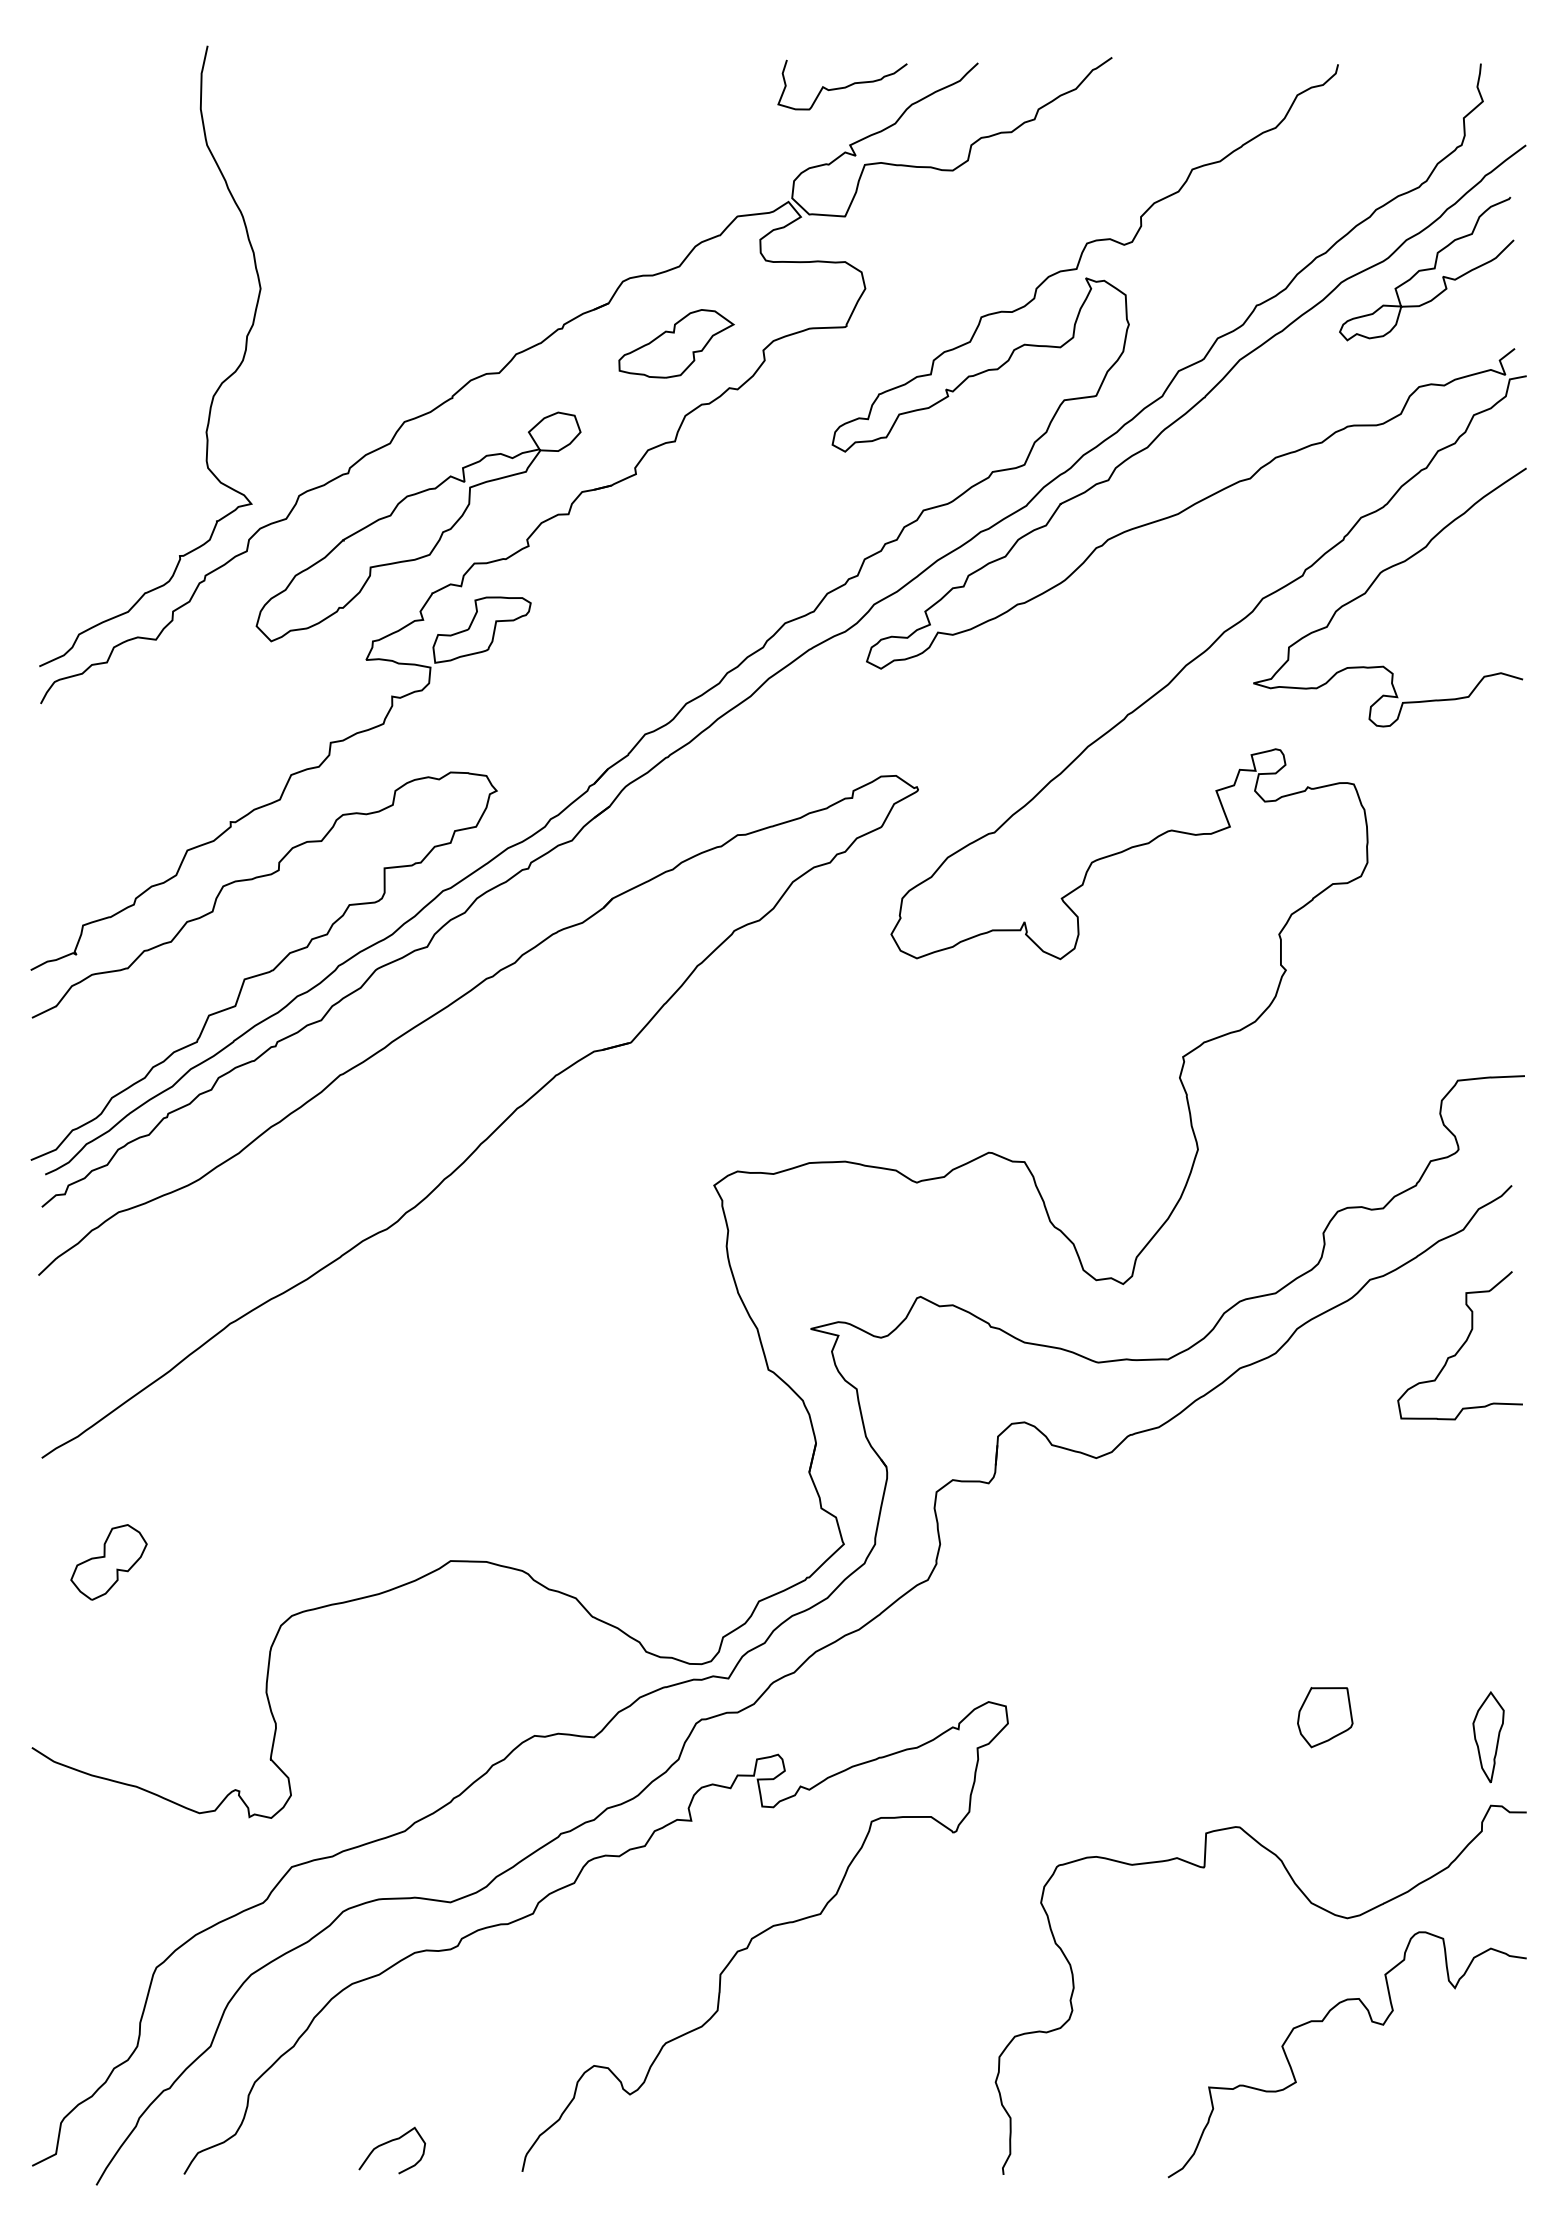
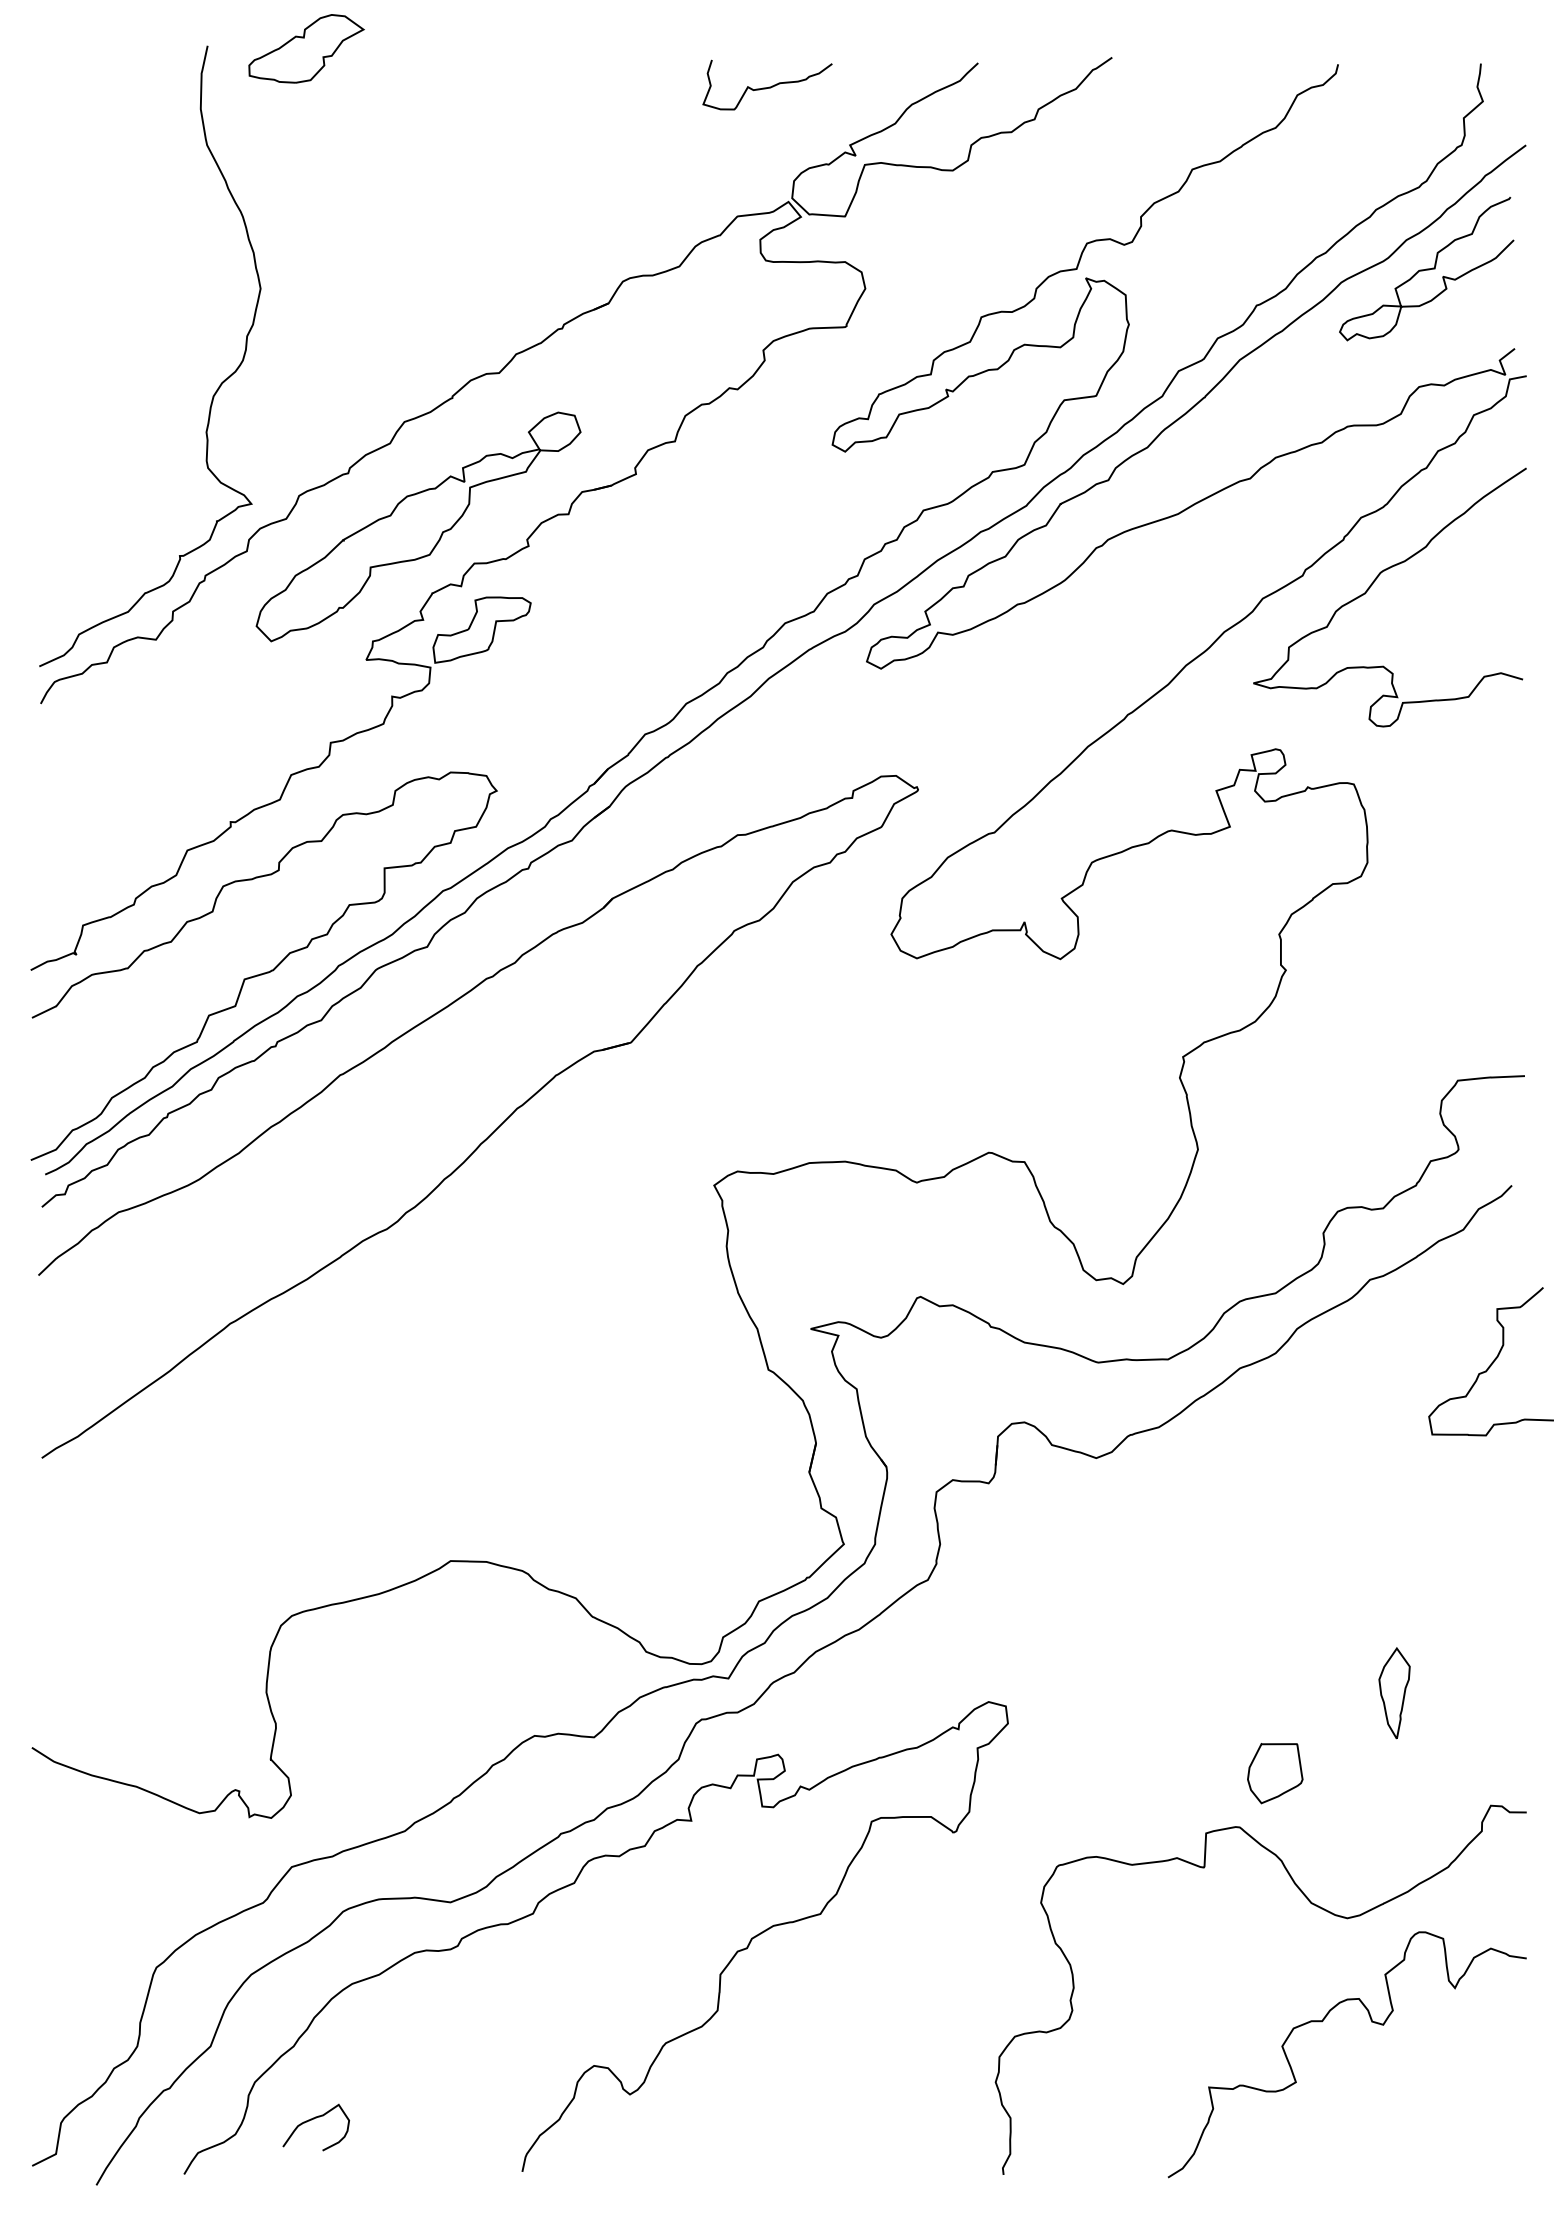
curve at (844, 86) position: (844, 86) -> (769, 86)
part at (676, 343) position: (676, 343) -> (306, 48)
curve at (1460, 1346) position: (1460, 1346) -> (1491, 1362)
part at (108, 1562): present -> none
part at (1325, 1717) position: (1325, 1717) -> (1275, 1773)
part at (1488, 1737) position: (1488, 1737) -> (1394, 1693)
curve at (390, 2142) position: (390, 2142) -> (314, 2119)
